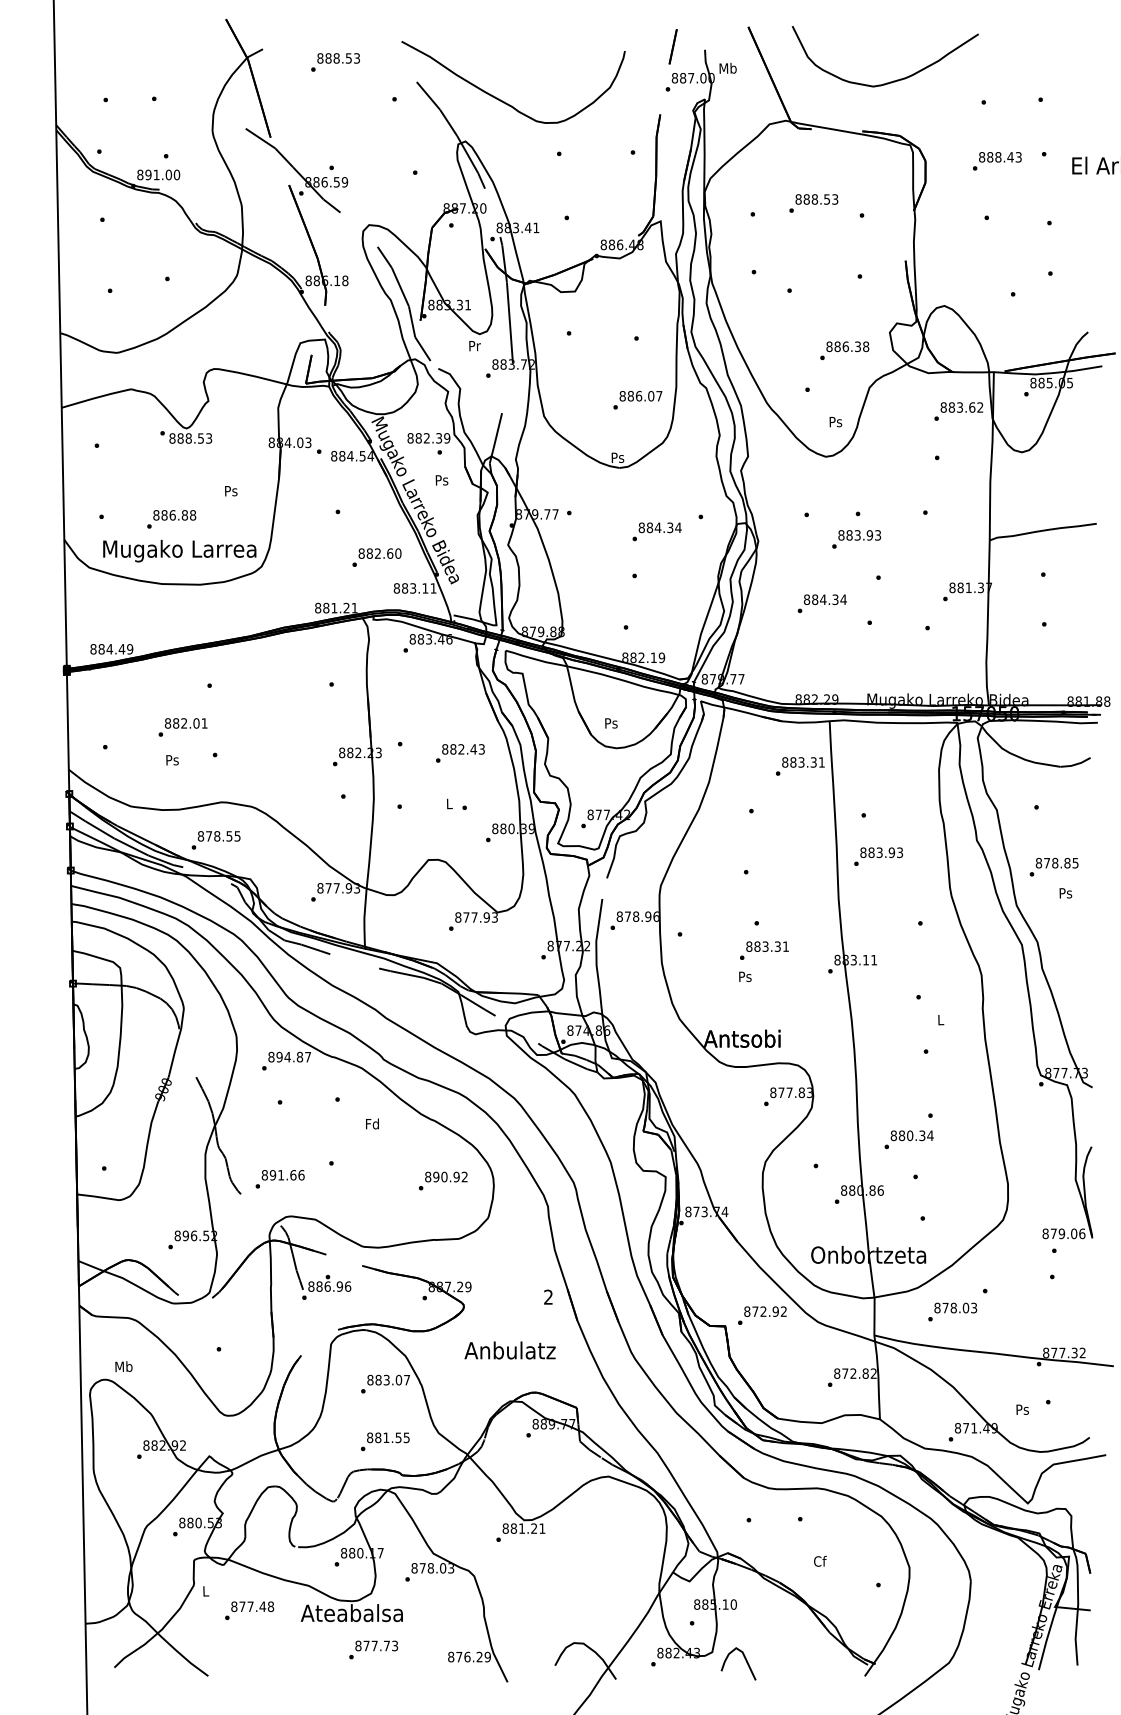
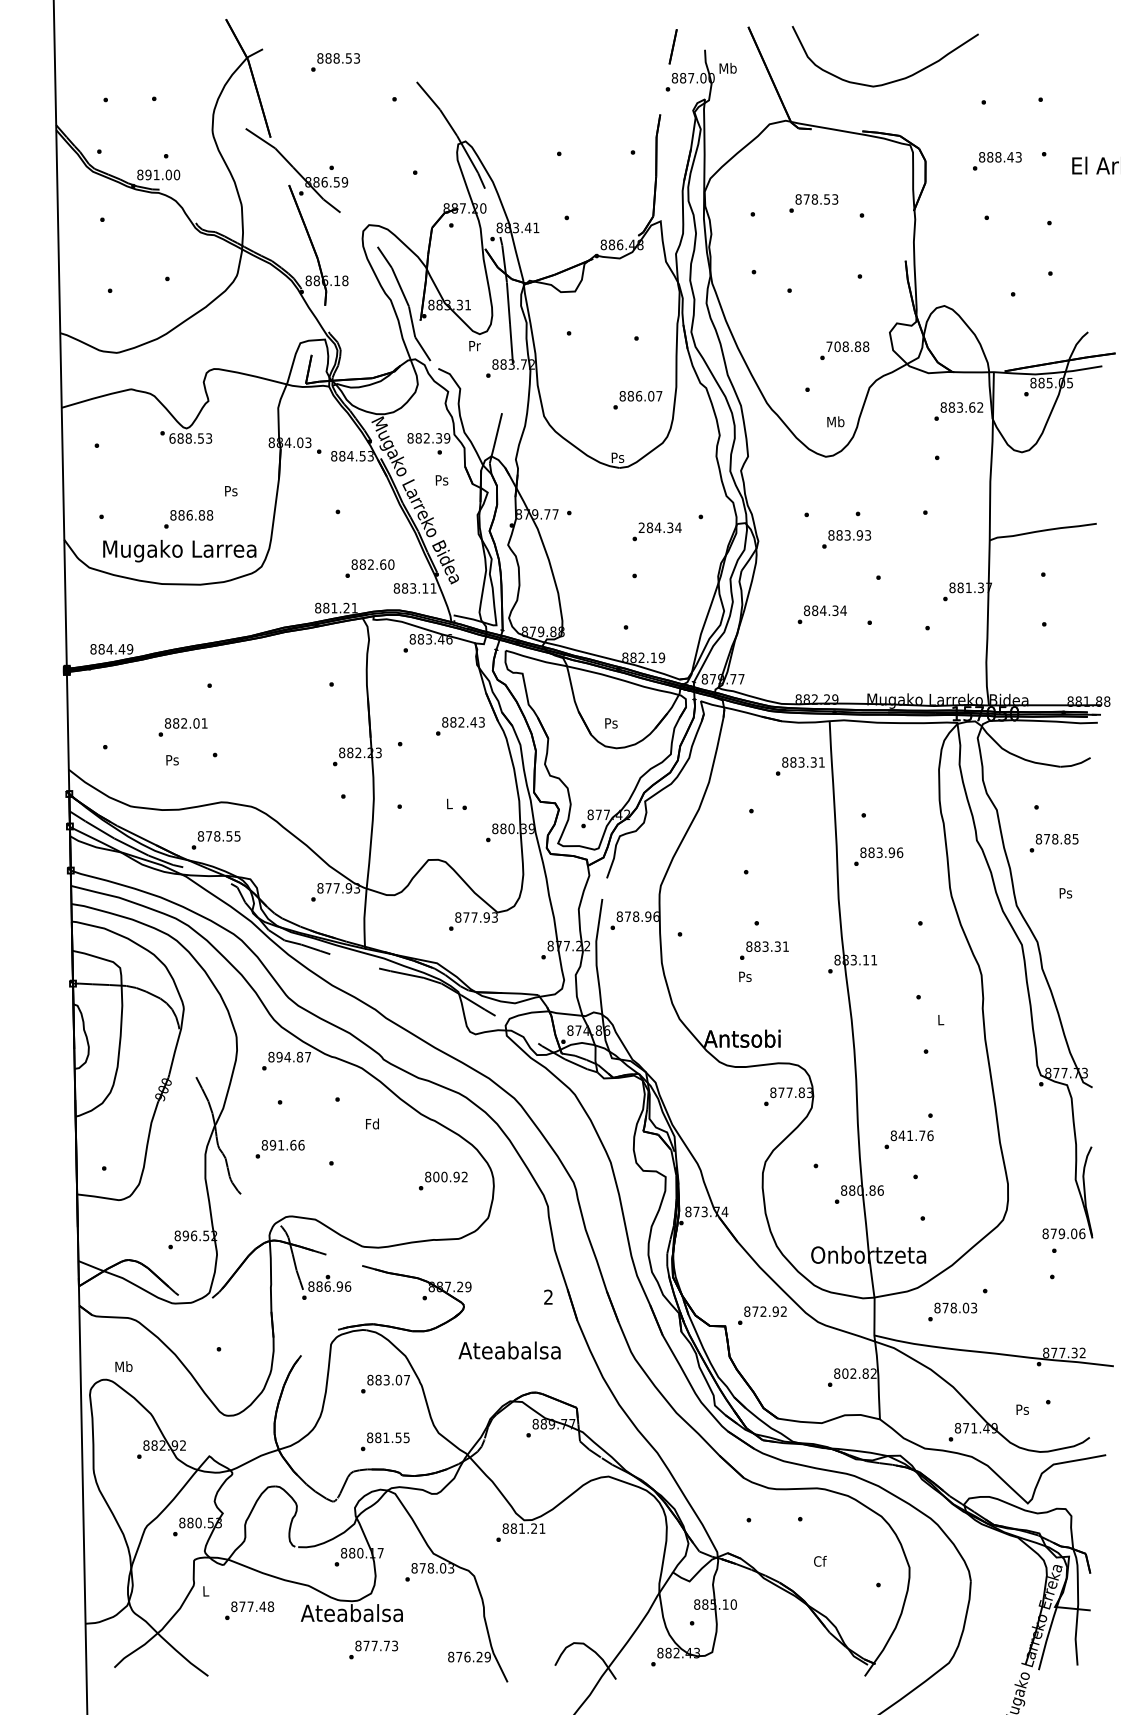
curve at (504, 101): present -> none
text at (806, 199): 888.53 -> 878.53
text at (843, 346): 886.38 -> 708.88
text at (835, 421): Ps -> Mb
text at (172, 438): 888.53 -> 688.53
text at (370, 455): 884.54 -> 884.53
text at (171, 519) position: (171, 519) -> (188, 519)
text at (641, 527): 884.34 -> 284.34
text at (856, 539) position: (856, 539) -> (846, 539)
text at (376, 557) position: (376, 557) -> (369, 568)
text at (821, 603) position: (821, 603) -> (821, 614)
text at (460, 753) position: (460, 753) -> (460, 726)
text at (900, 852): 883.93 -> 883.96
text at (1053, 867) position: (1053, 867) -> (1053, 843)
text at (915, 1135): 880.34 -> 841.76
text at (436, 1177): 890.92 -> 800.92
text at (279, 1179) position: (279, 1179) -> (279, 1149)
text at (509, 1350): Anbulatz -> Ateabalsa
text at (845, 1373): 872.82 -> 802.82
curve at (745, 1661): present -> none
